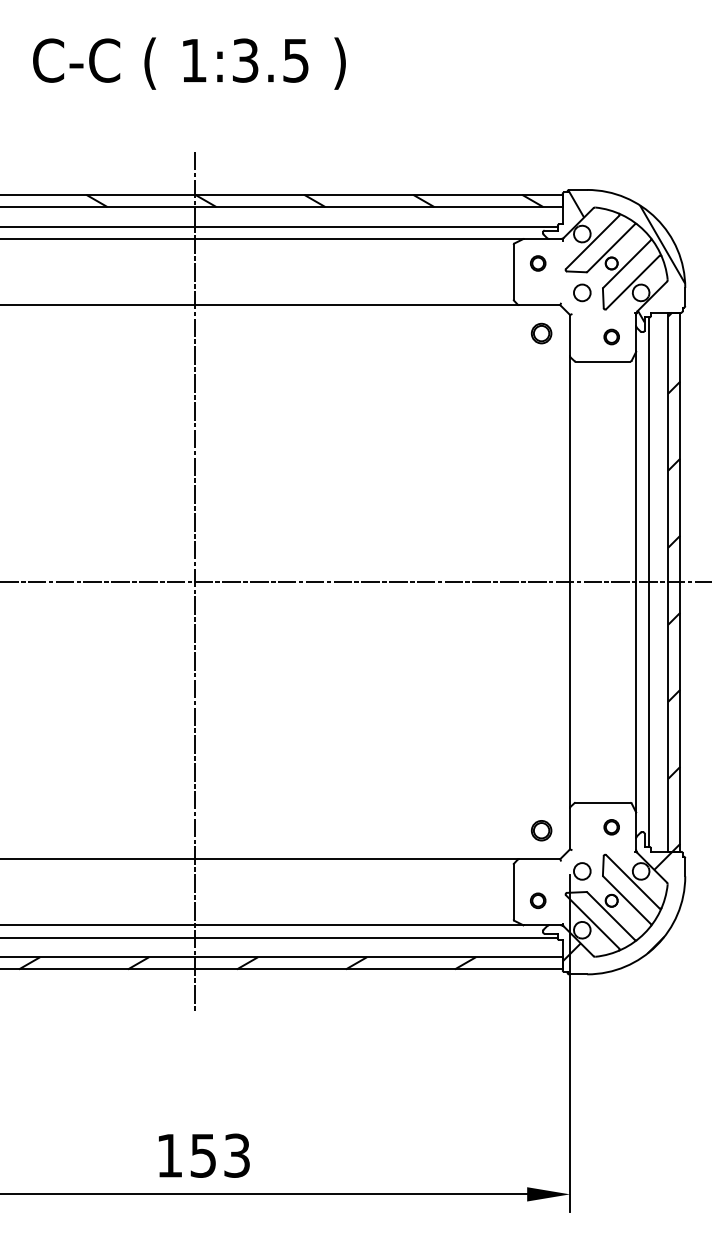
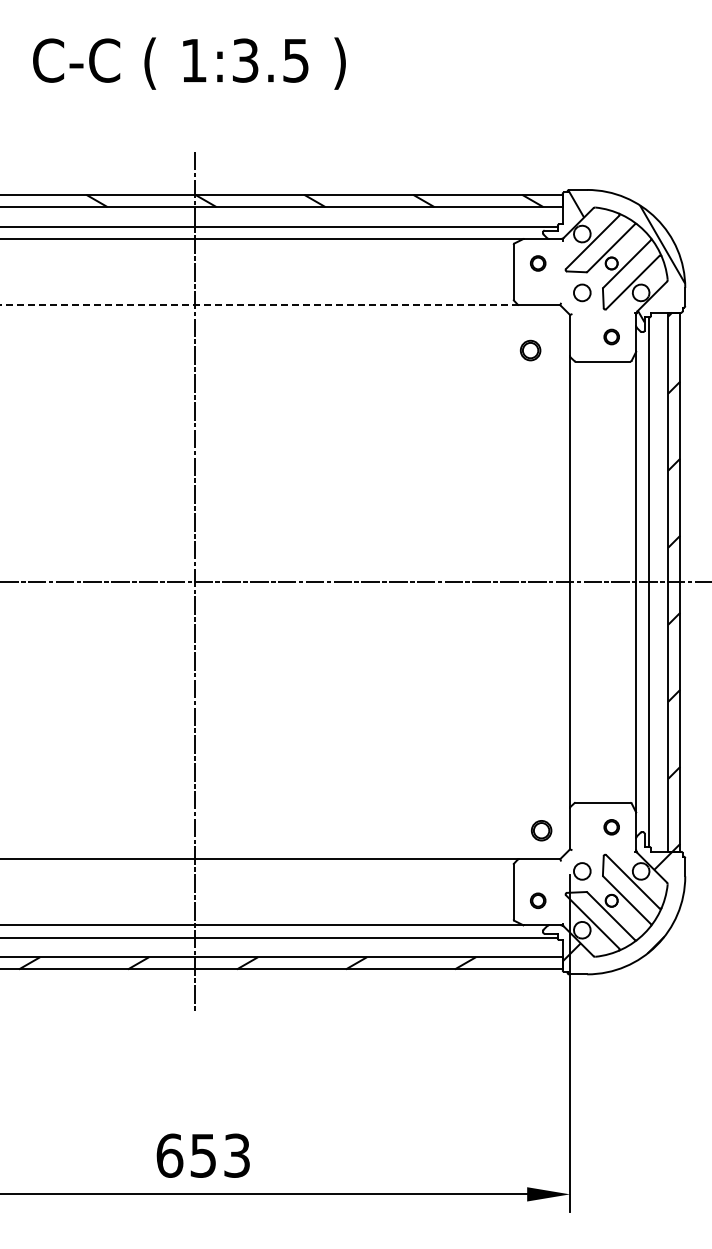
line at (258, 305): solid -> dashed
part at (541, 333) position: (541, 333) -> (530, 350)
text at (169, 1155): 153 -> 653
